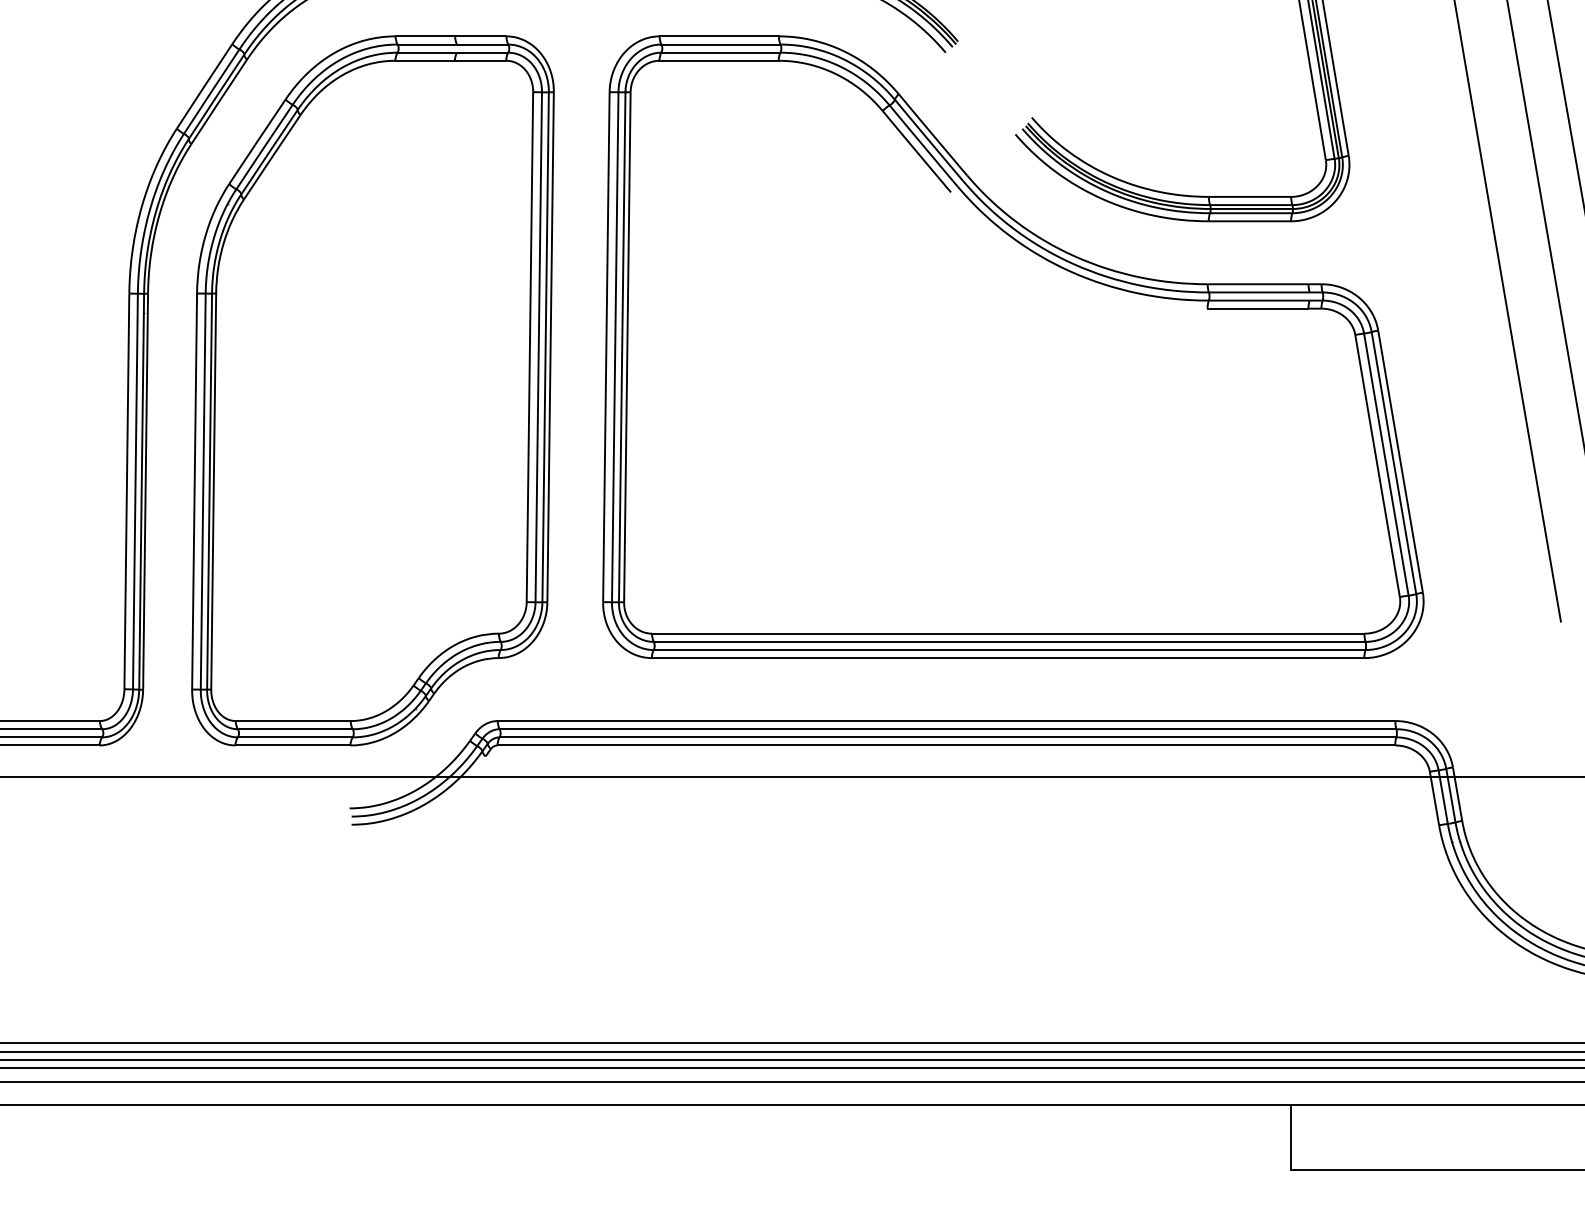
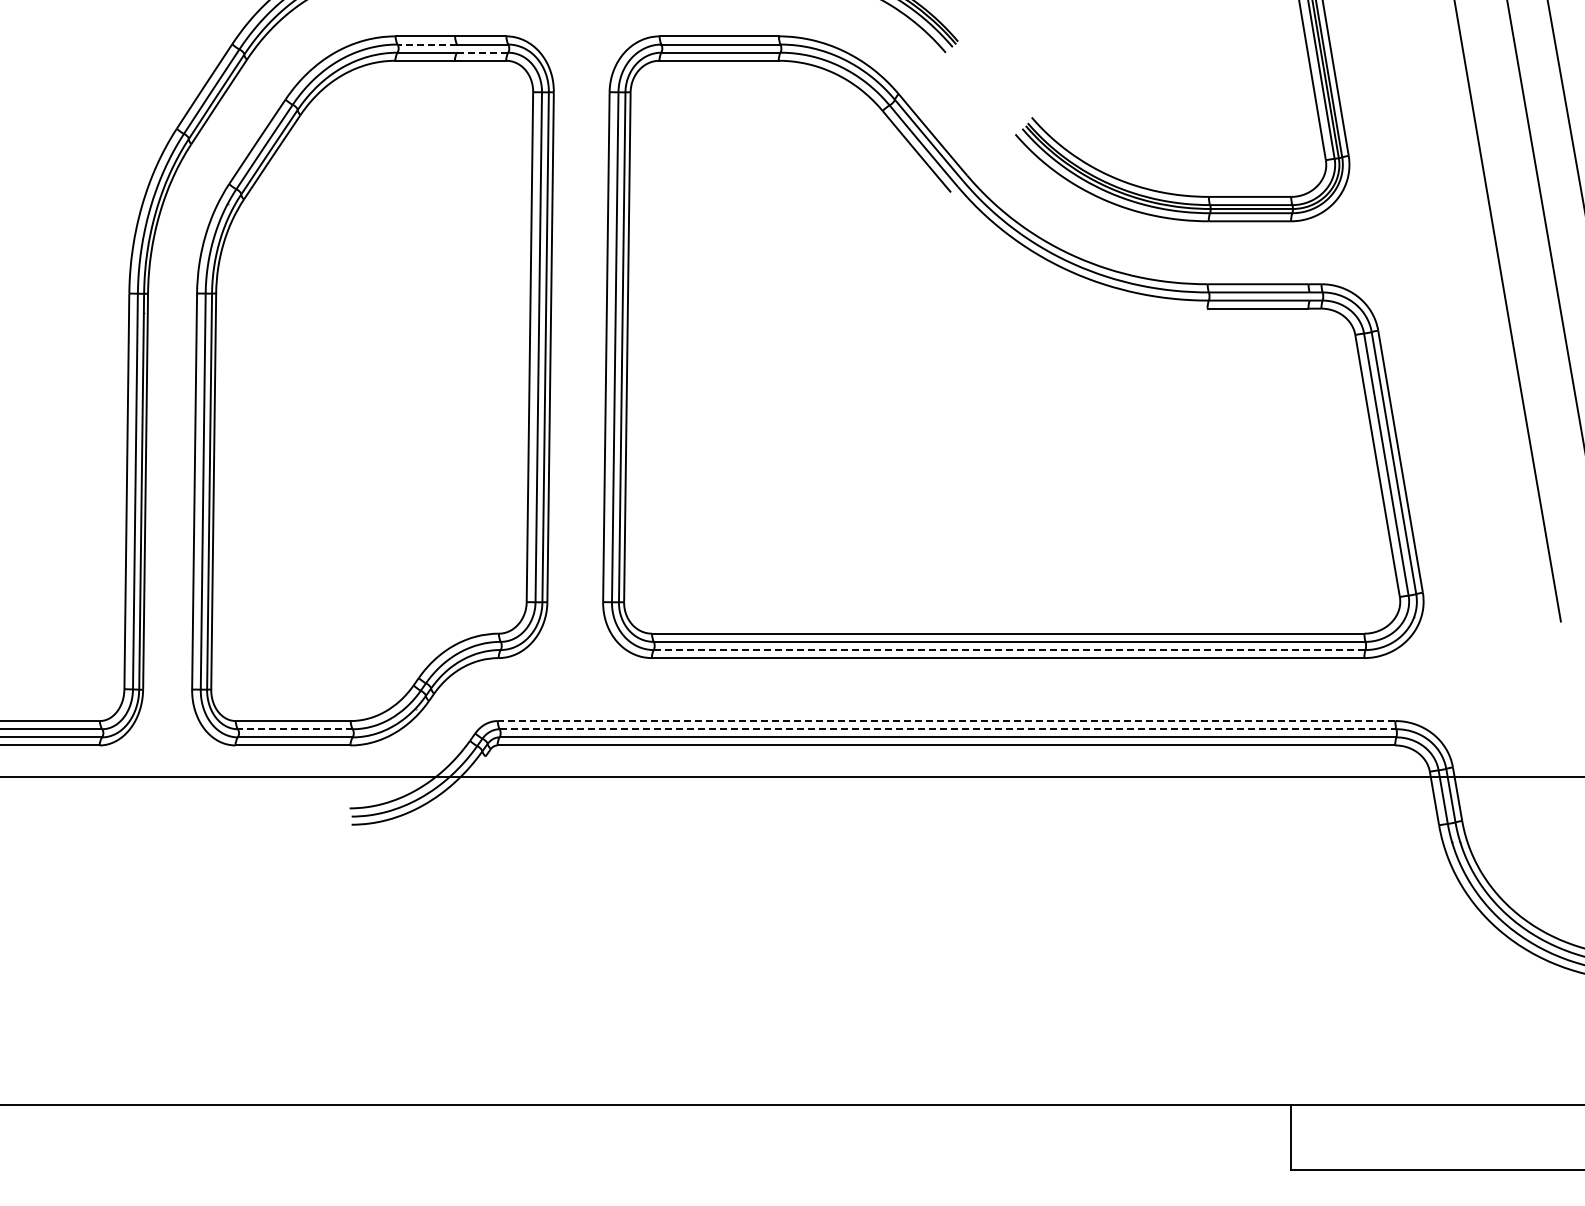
line at (427, 44): solid -> dashed
line at (482, 52): solid -> dashed
line at (1009, 650): solid -> dashed
line at (946, 721): solid -> dashed
line at (294, 729): solid -> dashed
line at (948, 729): solid -> dashed
line at (791, 1043): present -> none
line at (791, 1051): present -> none
line at (791, 1059): present -> none
line at (791, 1067): present -> none
line at (791, 1082): present -> none
